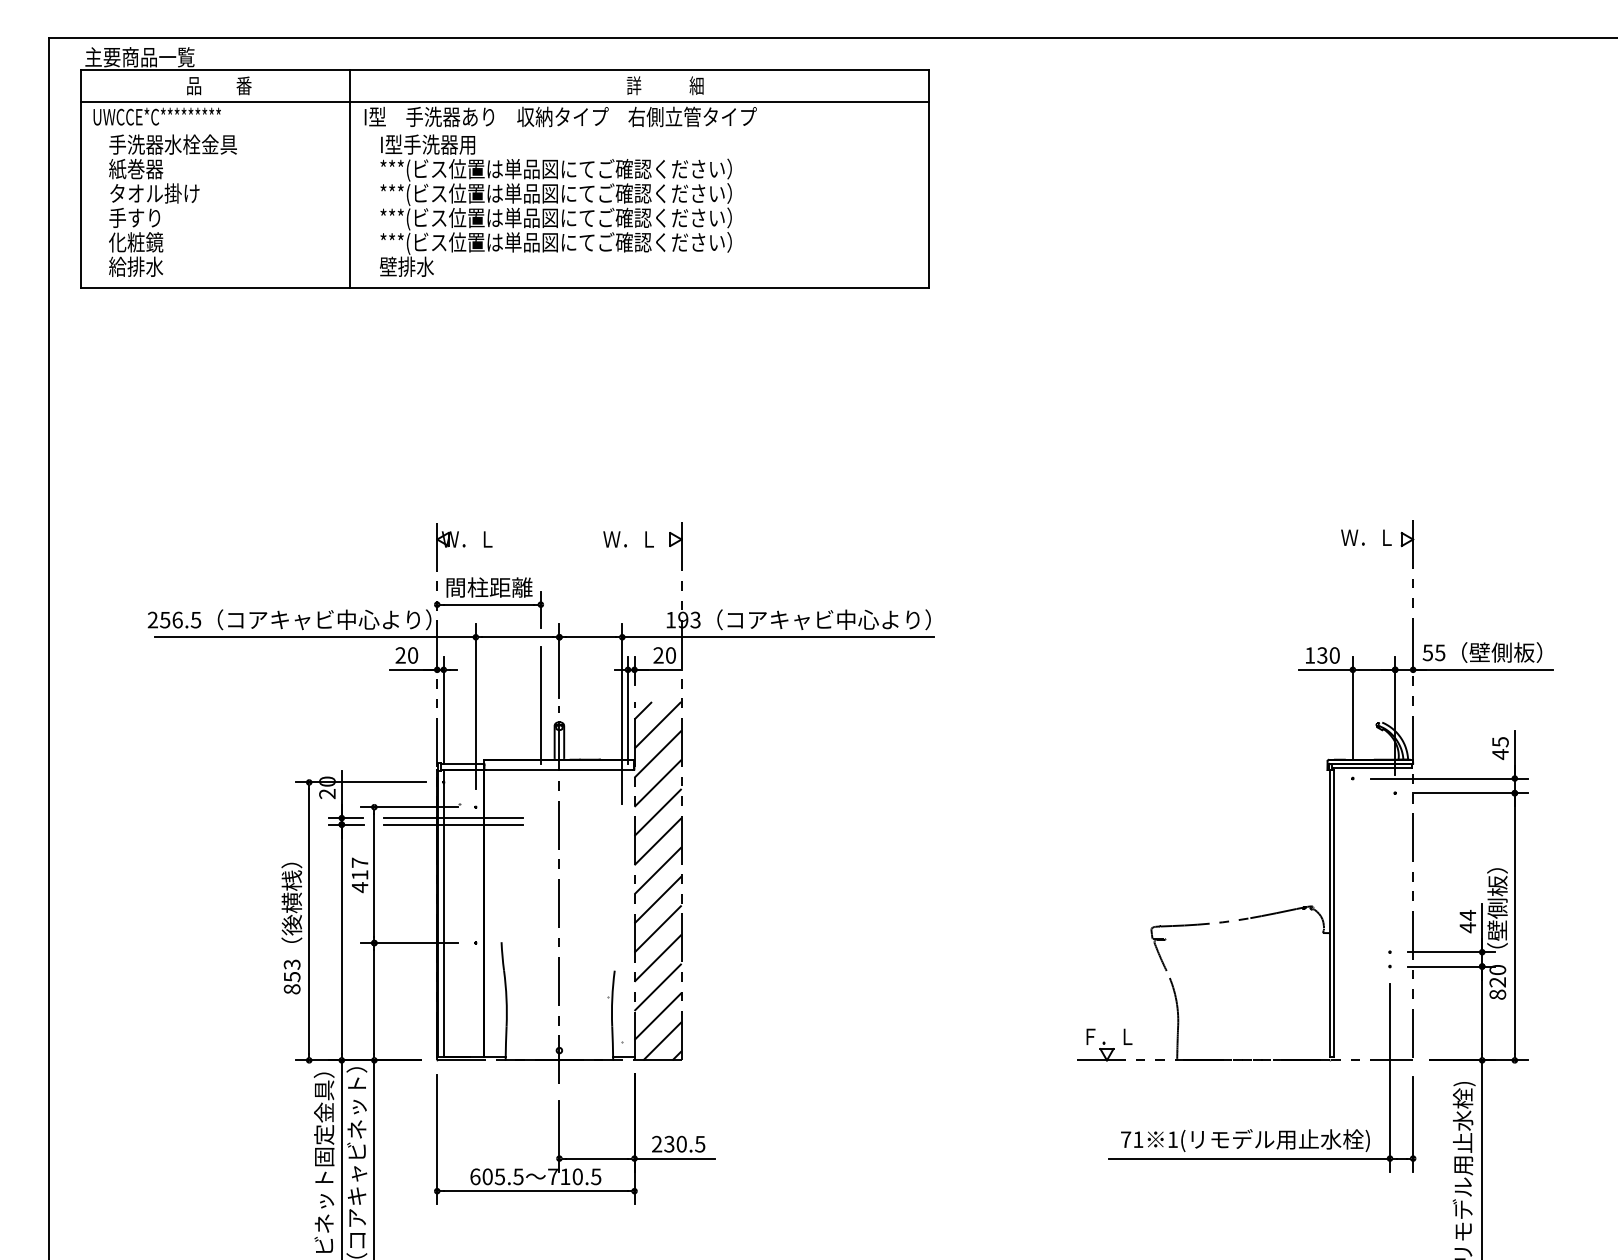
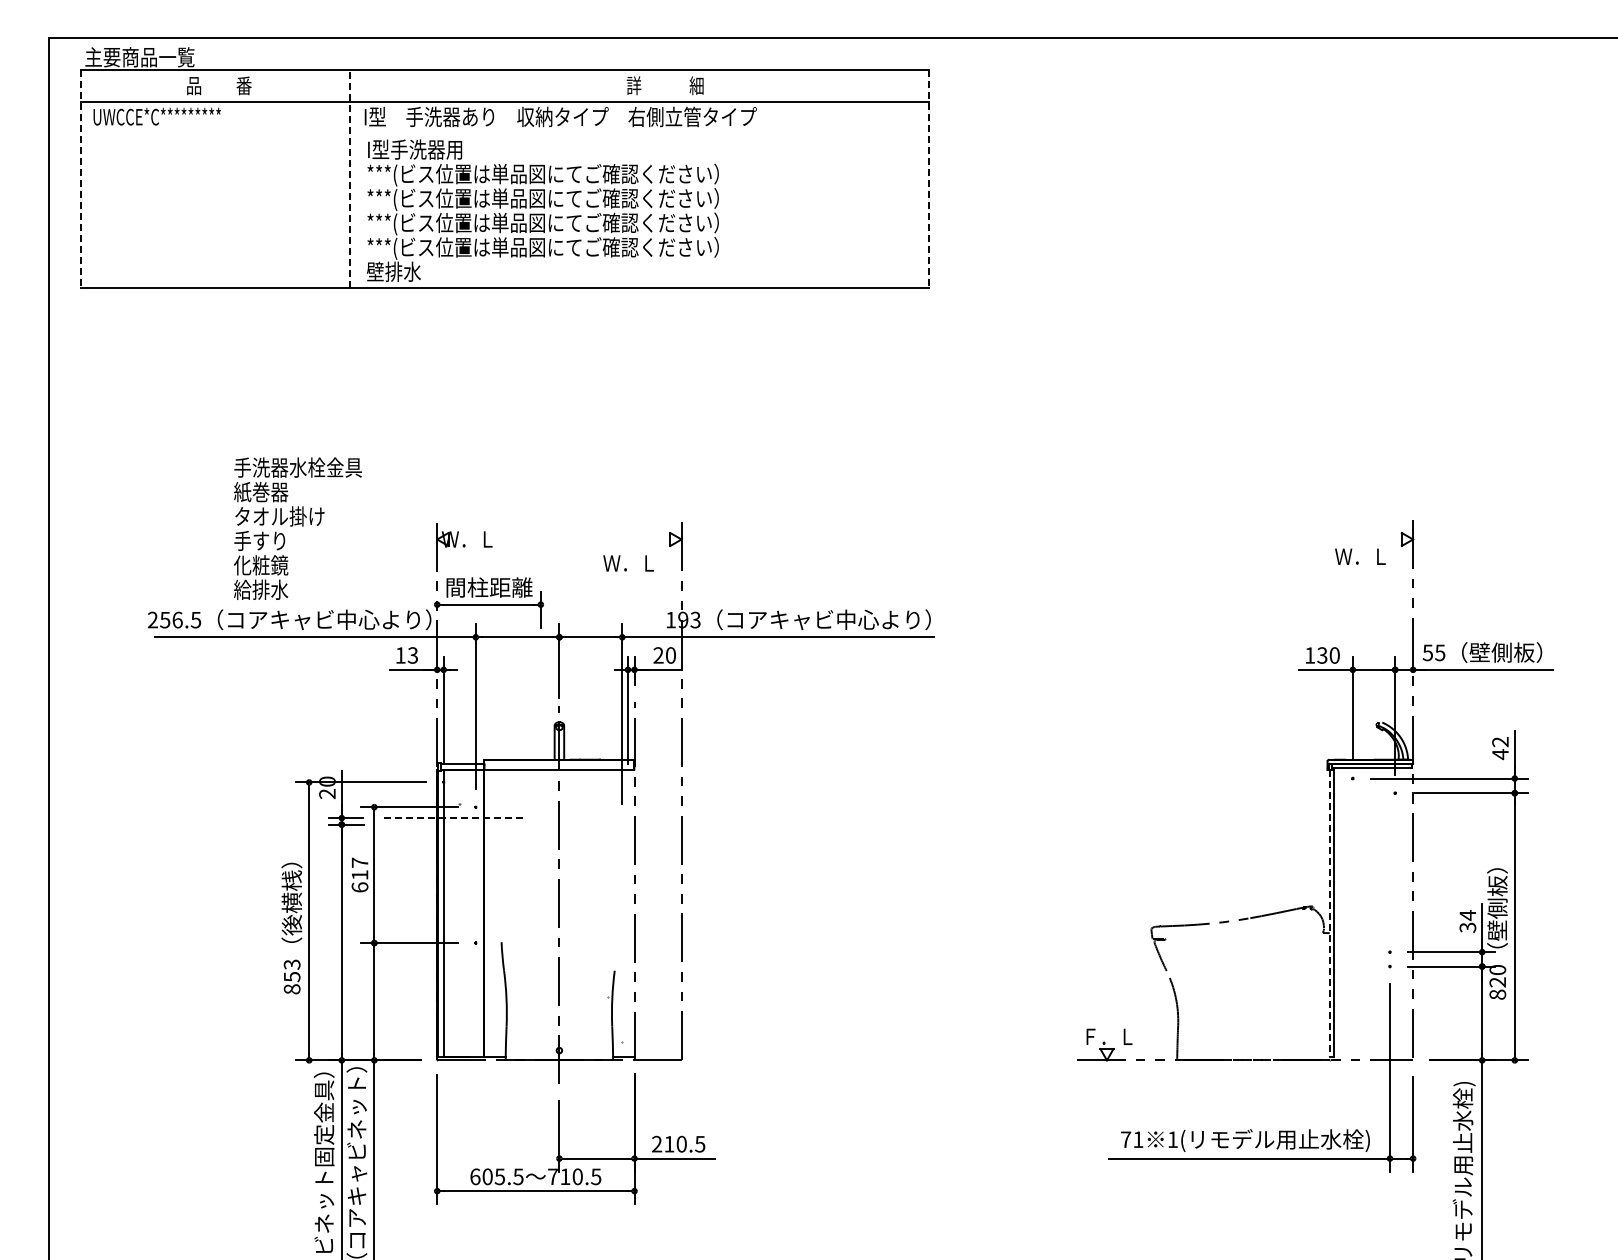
line at (81, 179): solid -> dashed
line at (350, 179): solid -> dashed
line at (928, 179): solid -> dashed
text at (172, 205) position: (172, 205) -> (297, 528)
text at (555, 205) position: (555, 205) -> (542, 210)
text at (1366, 537) position: (1366, 537) -> (1360, 556)
text at (628, 539) position: (628, 539) -> (628, 563)
text at (406, 655): 20 -> 13
line at (540, 705): present -> none
text at (1500, 742): 45 -> 42
line at (452, 818): solid -> dashed
line at (452, 824): present -> none
hatch at (657, 881): present -> none
text at (359, 887): 417 -> 617
line at (1329, 914): solid -> dashed
text at (1467, 927): 44 -> 34
text at (669, 1143): 230.5 -> 210.5
